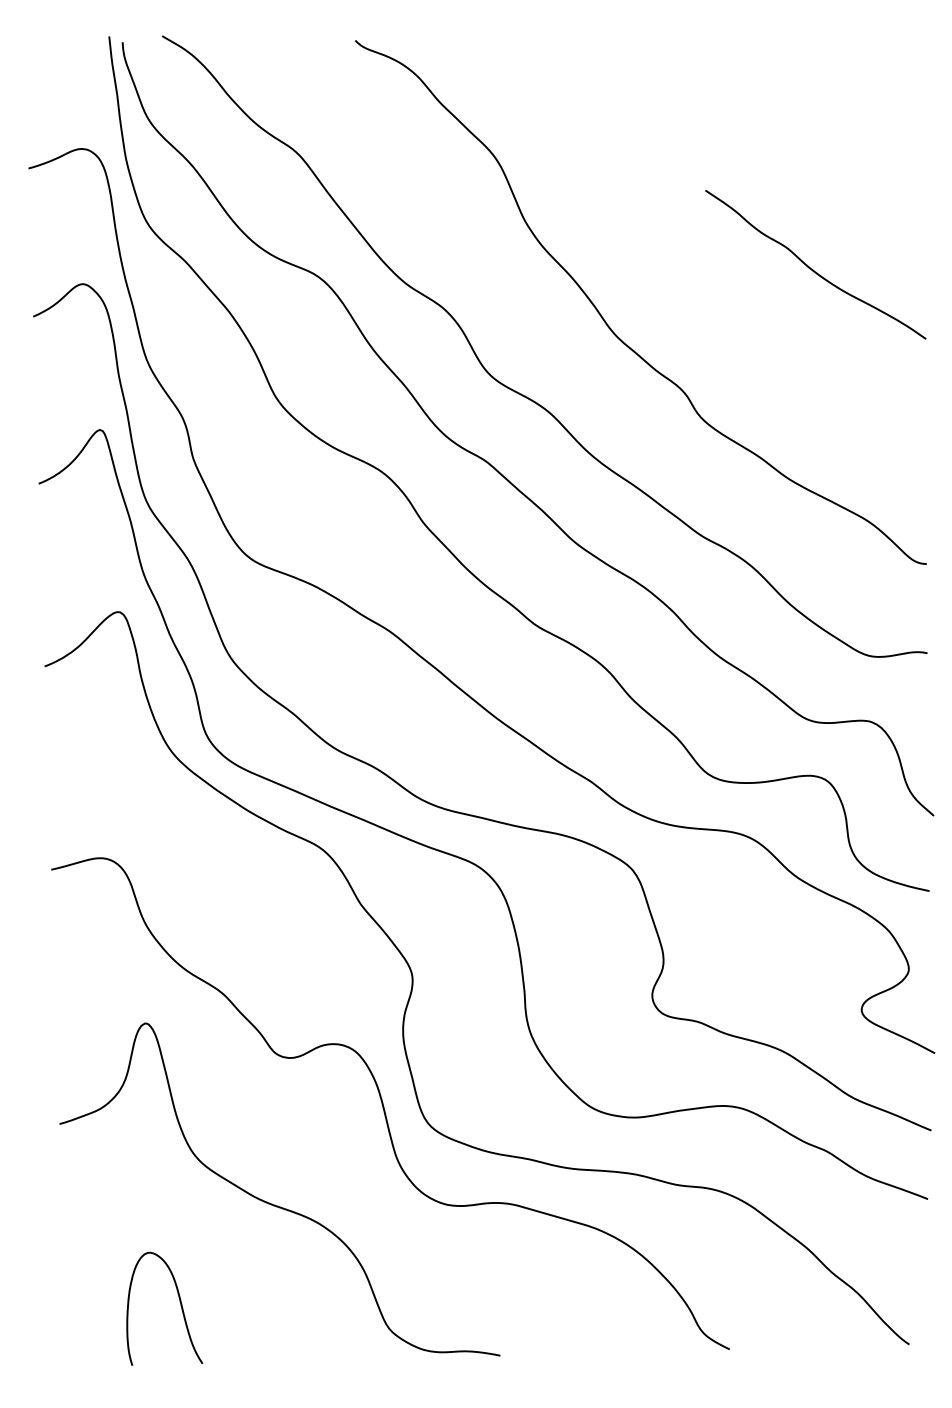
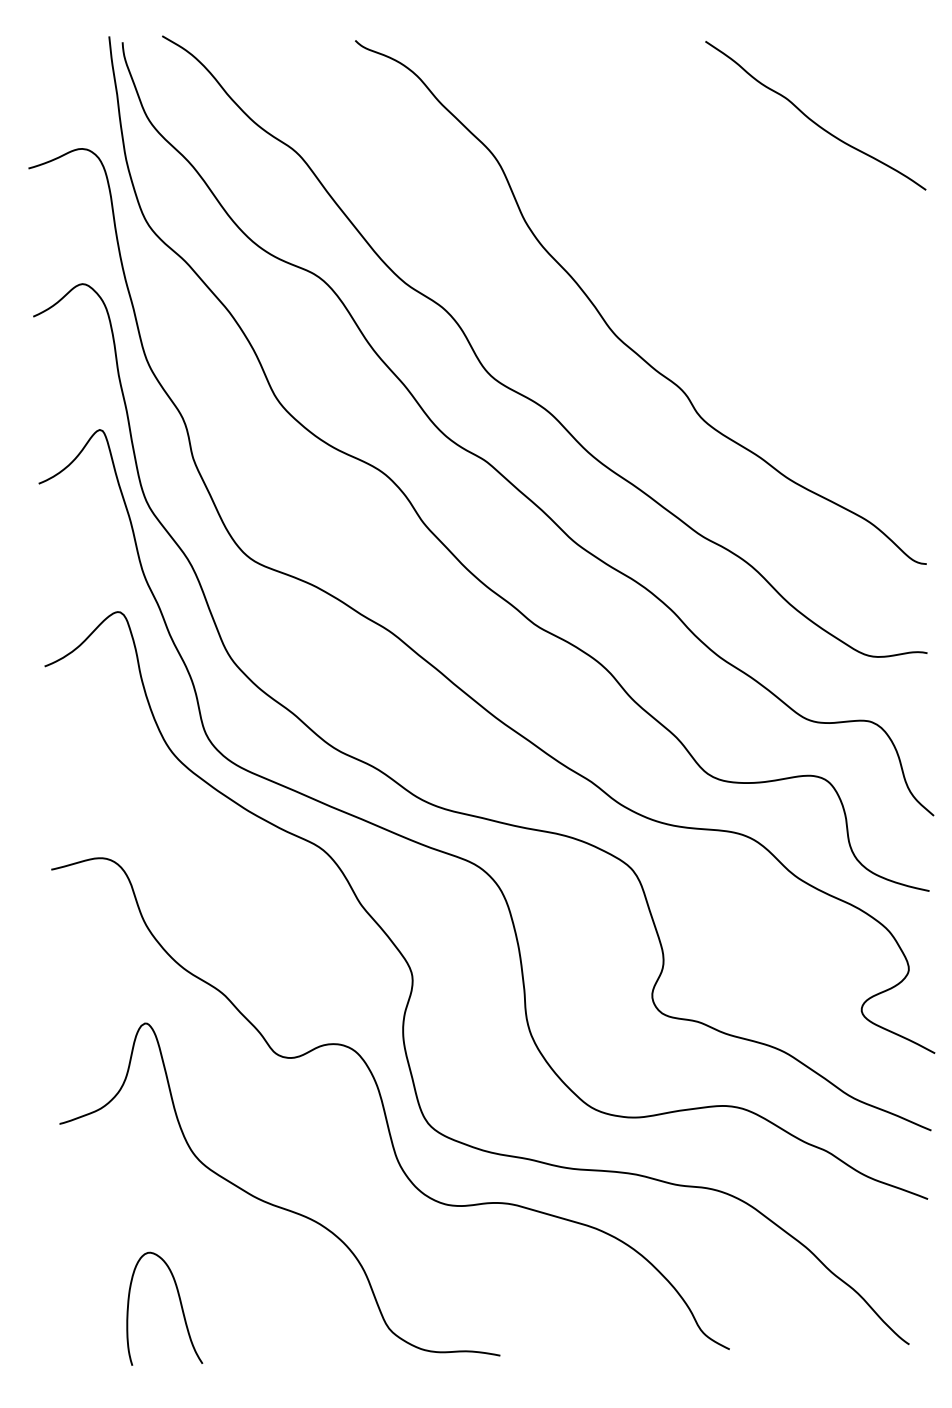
curve at (813, 269) position: (813, 269) -> (813, 120)
